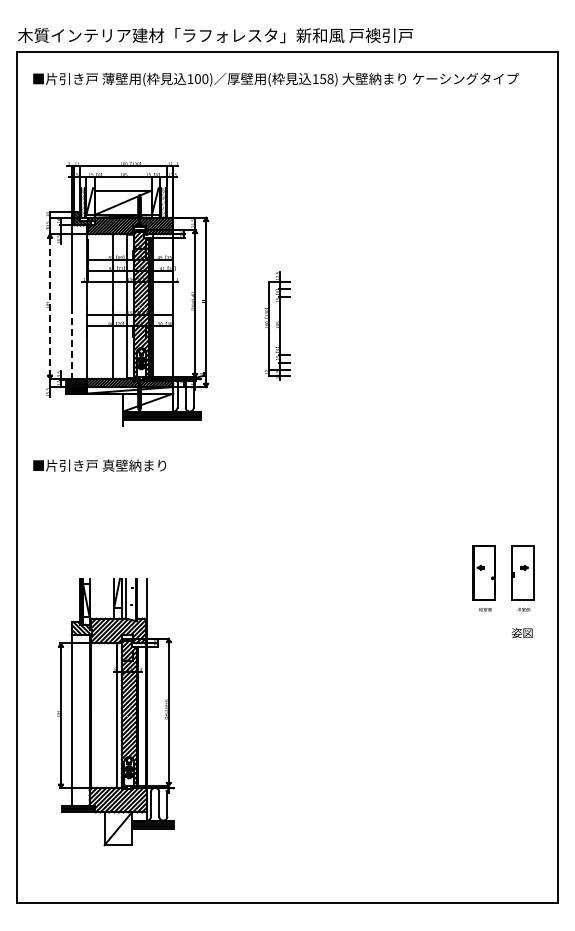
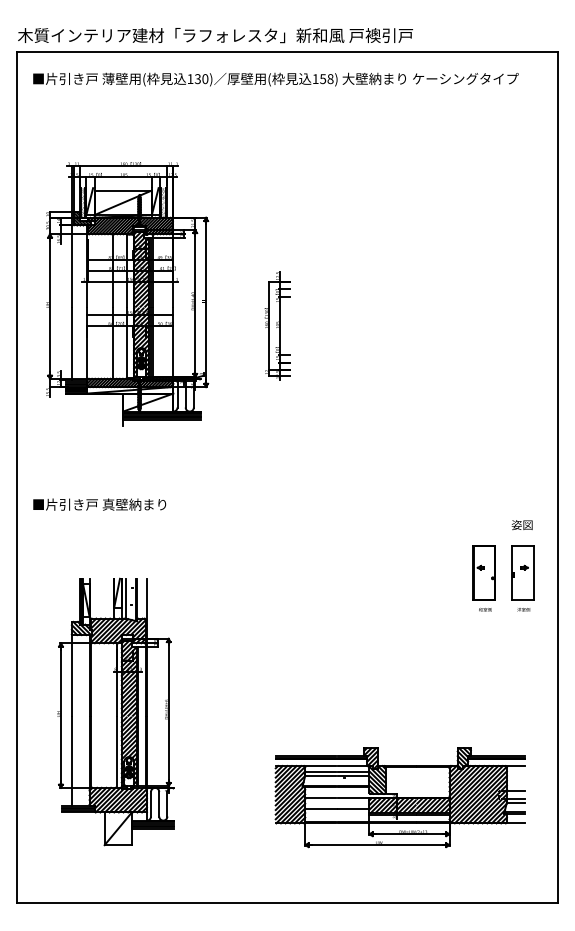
text at (197, 78): 100) -> 130)
line at (50, 307): dashed -> solid
line at (71, 343): dashed -> solid
text at (99, 465) position: (99, 465) -> (99, 504)
text at (521, 633) position: (521, 633) -> (521, 525)
part at (399, 797): none -> present
